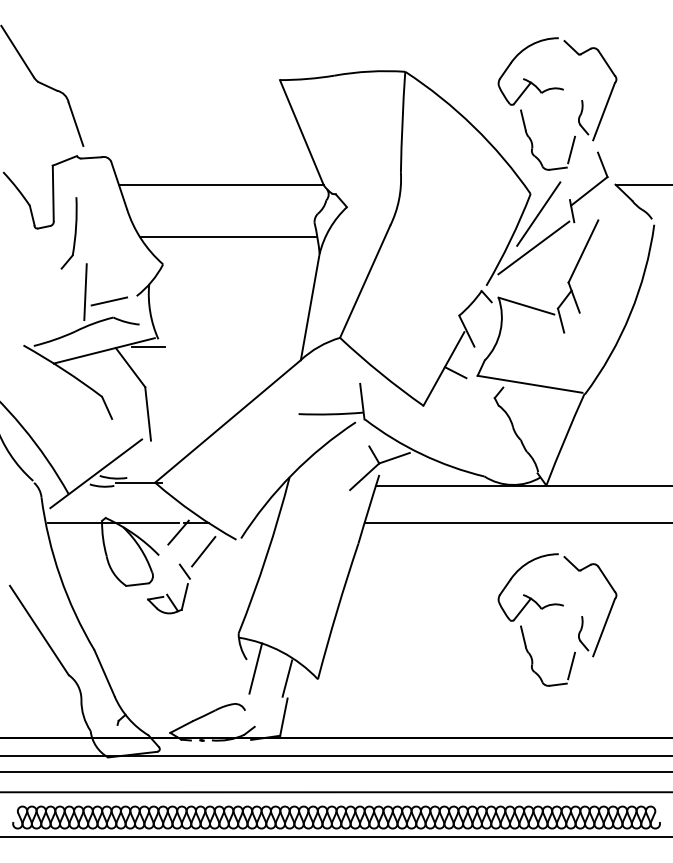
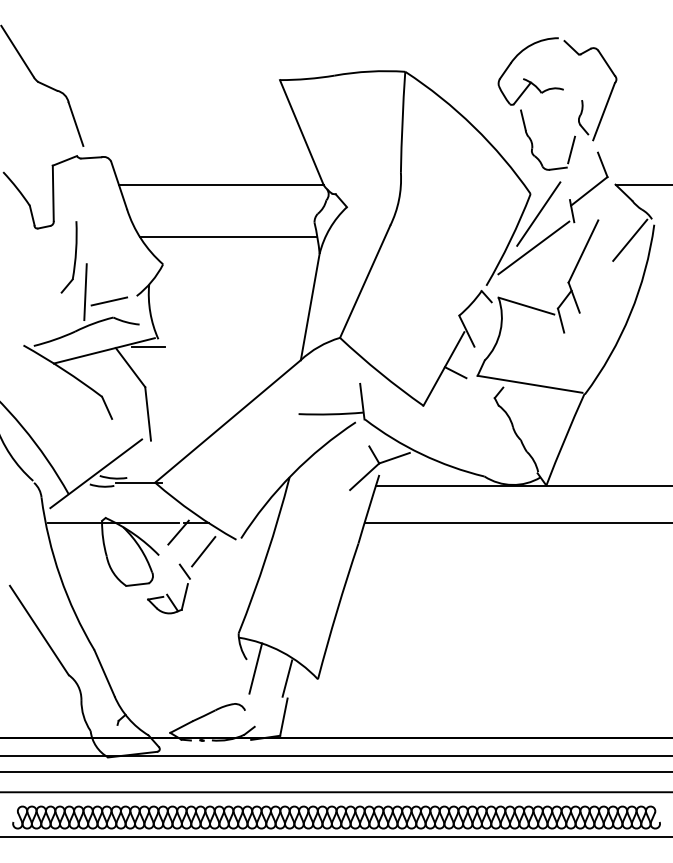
part at (68, 233) position: (68, 233) -> (68, 257)
line at (630, 239): none -> present
part at (561, 606): present -> none
